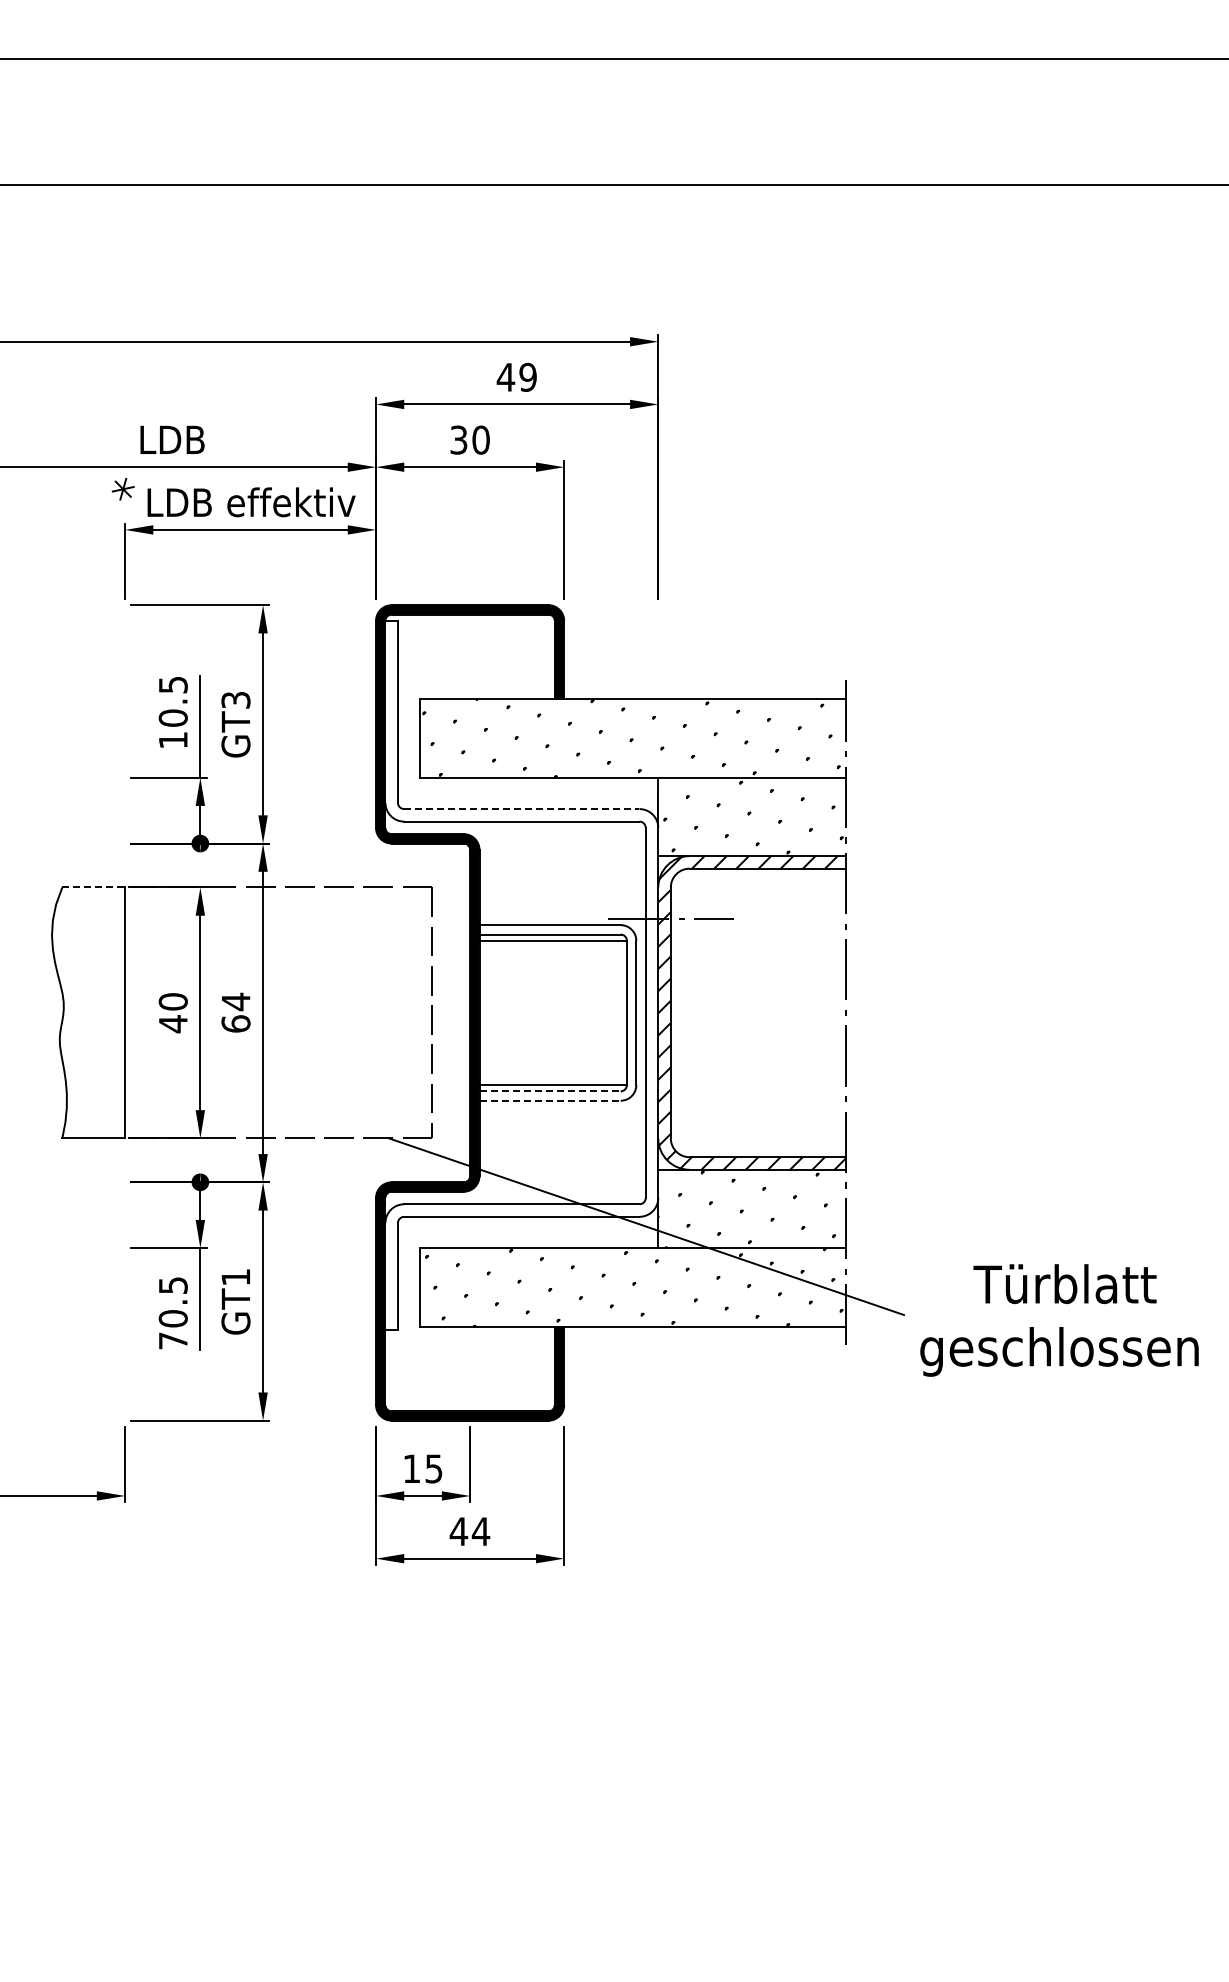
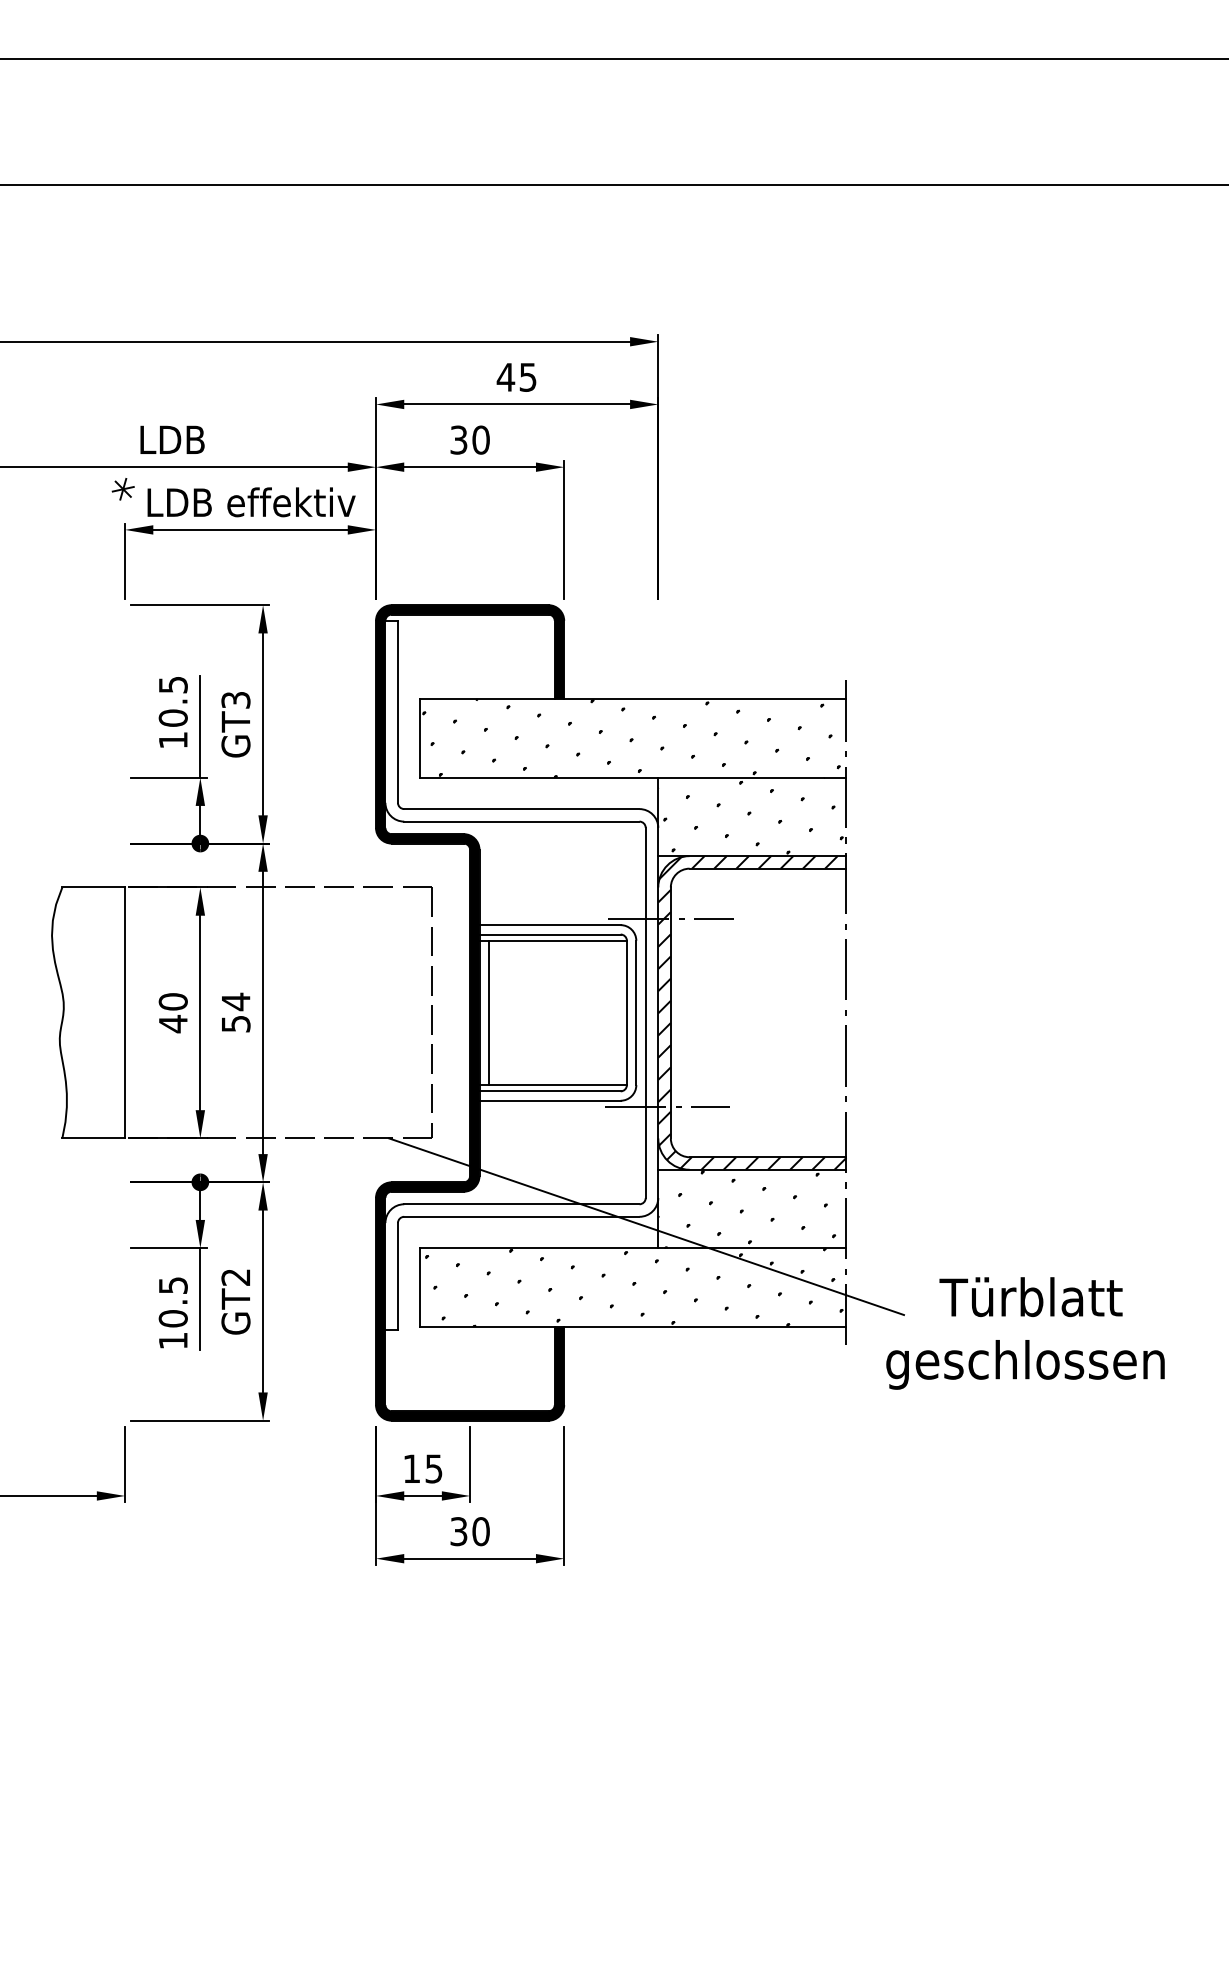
text at (527, 376): 49 -> 45
line at (521, 809): dashed -> solid
line at (94, 887): dashed -> solid
line at (488, 1012): none -> present
text at (235, 1023): 64 -> 54
line at (550, 1091): dashed -> solid
line at (550, 1100): dashed -> solid
line at (667, 1107): none -> present
text at (235, 1277): GT1 -> GT2
text at (1059, 1320) position: (1059, 1320) -> (1025, 1333)
text at (173, 1340): 70.5 -> 10.5
text at (469, 1531): 44 -> 30
